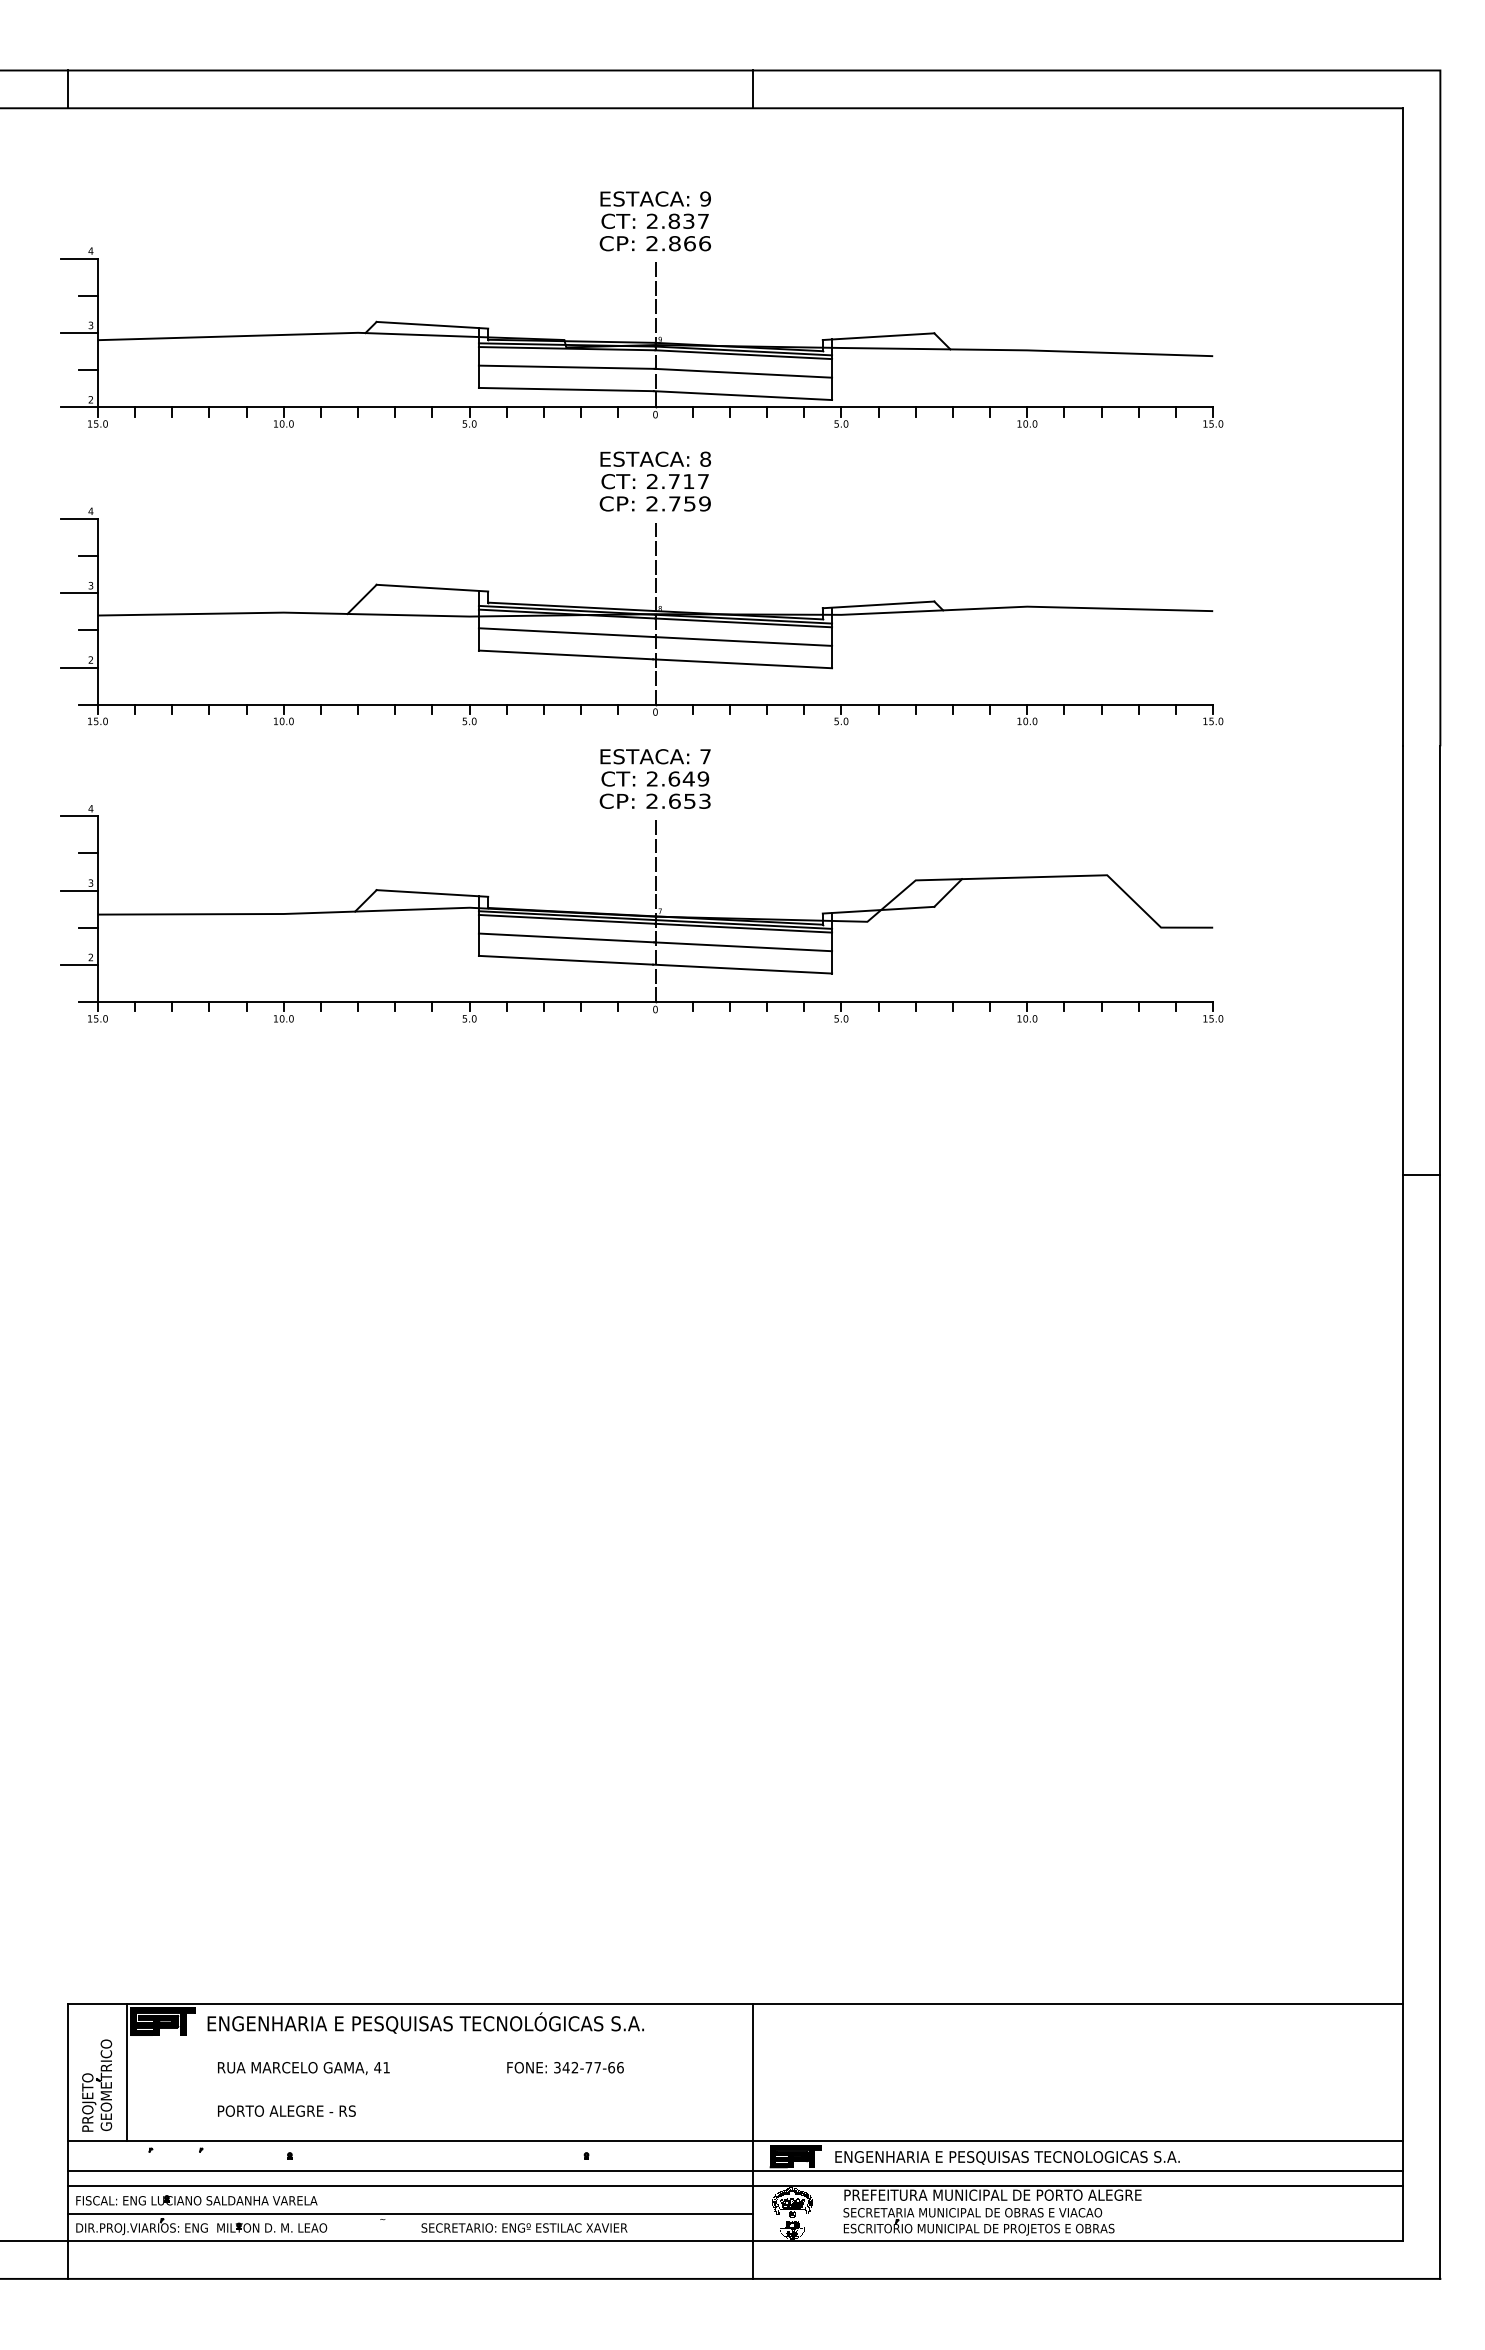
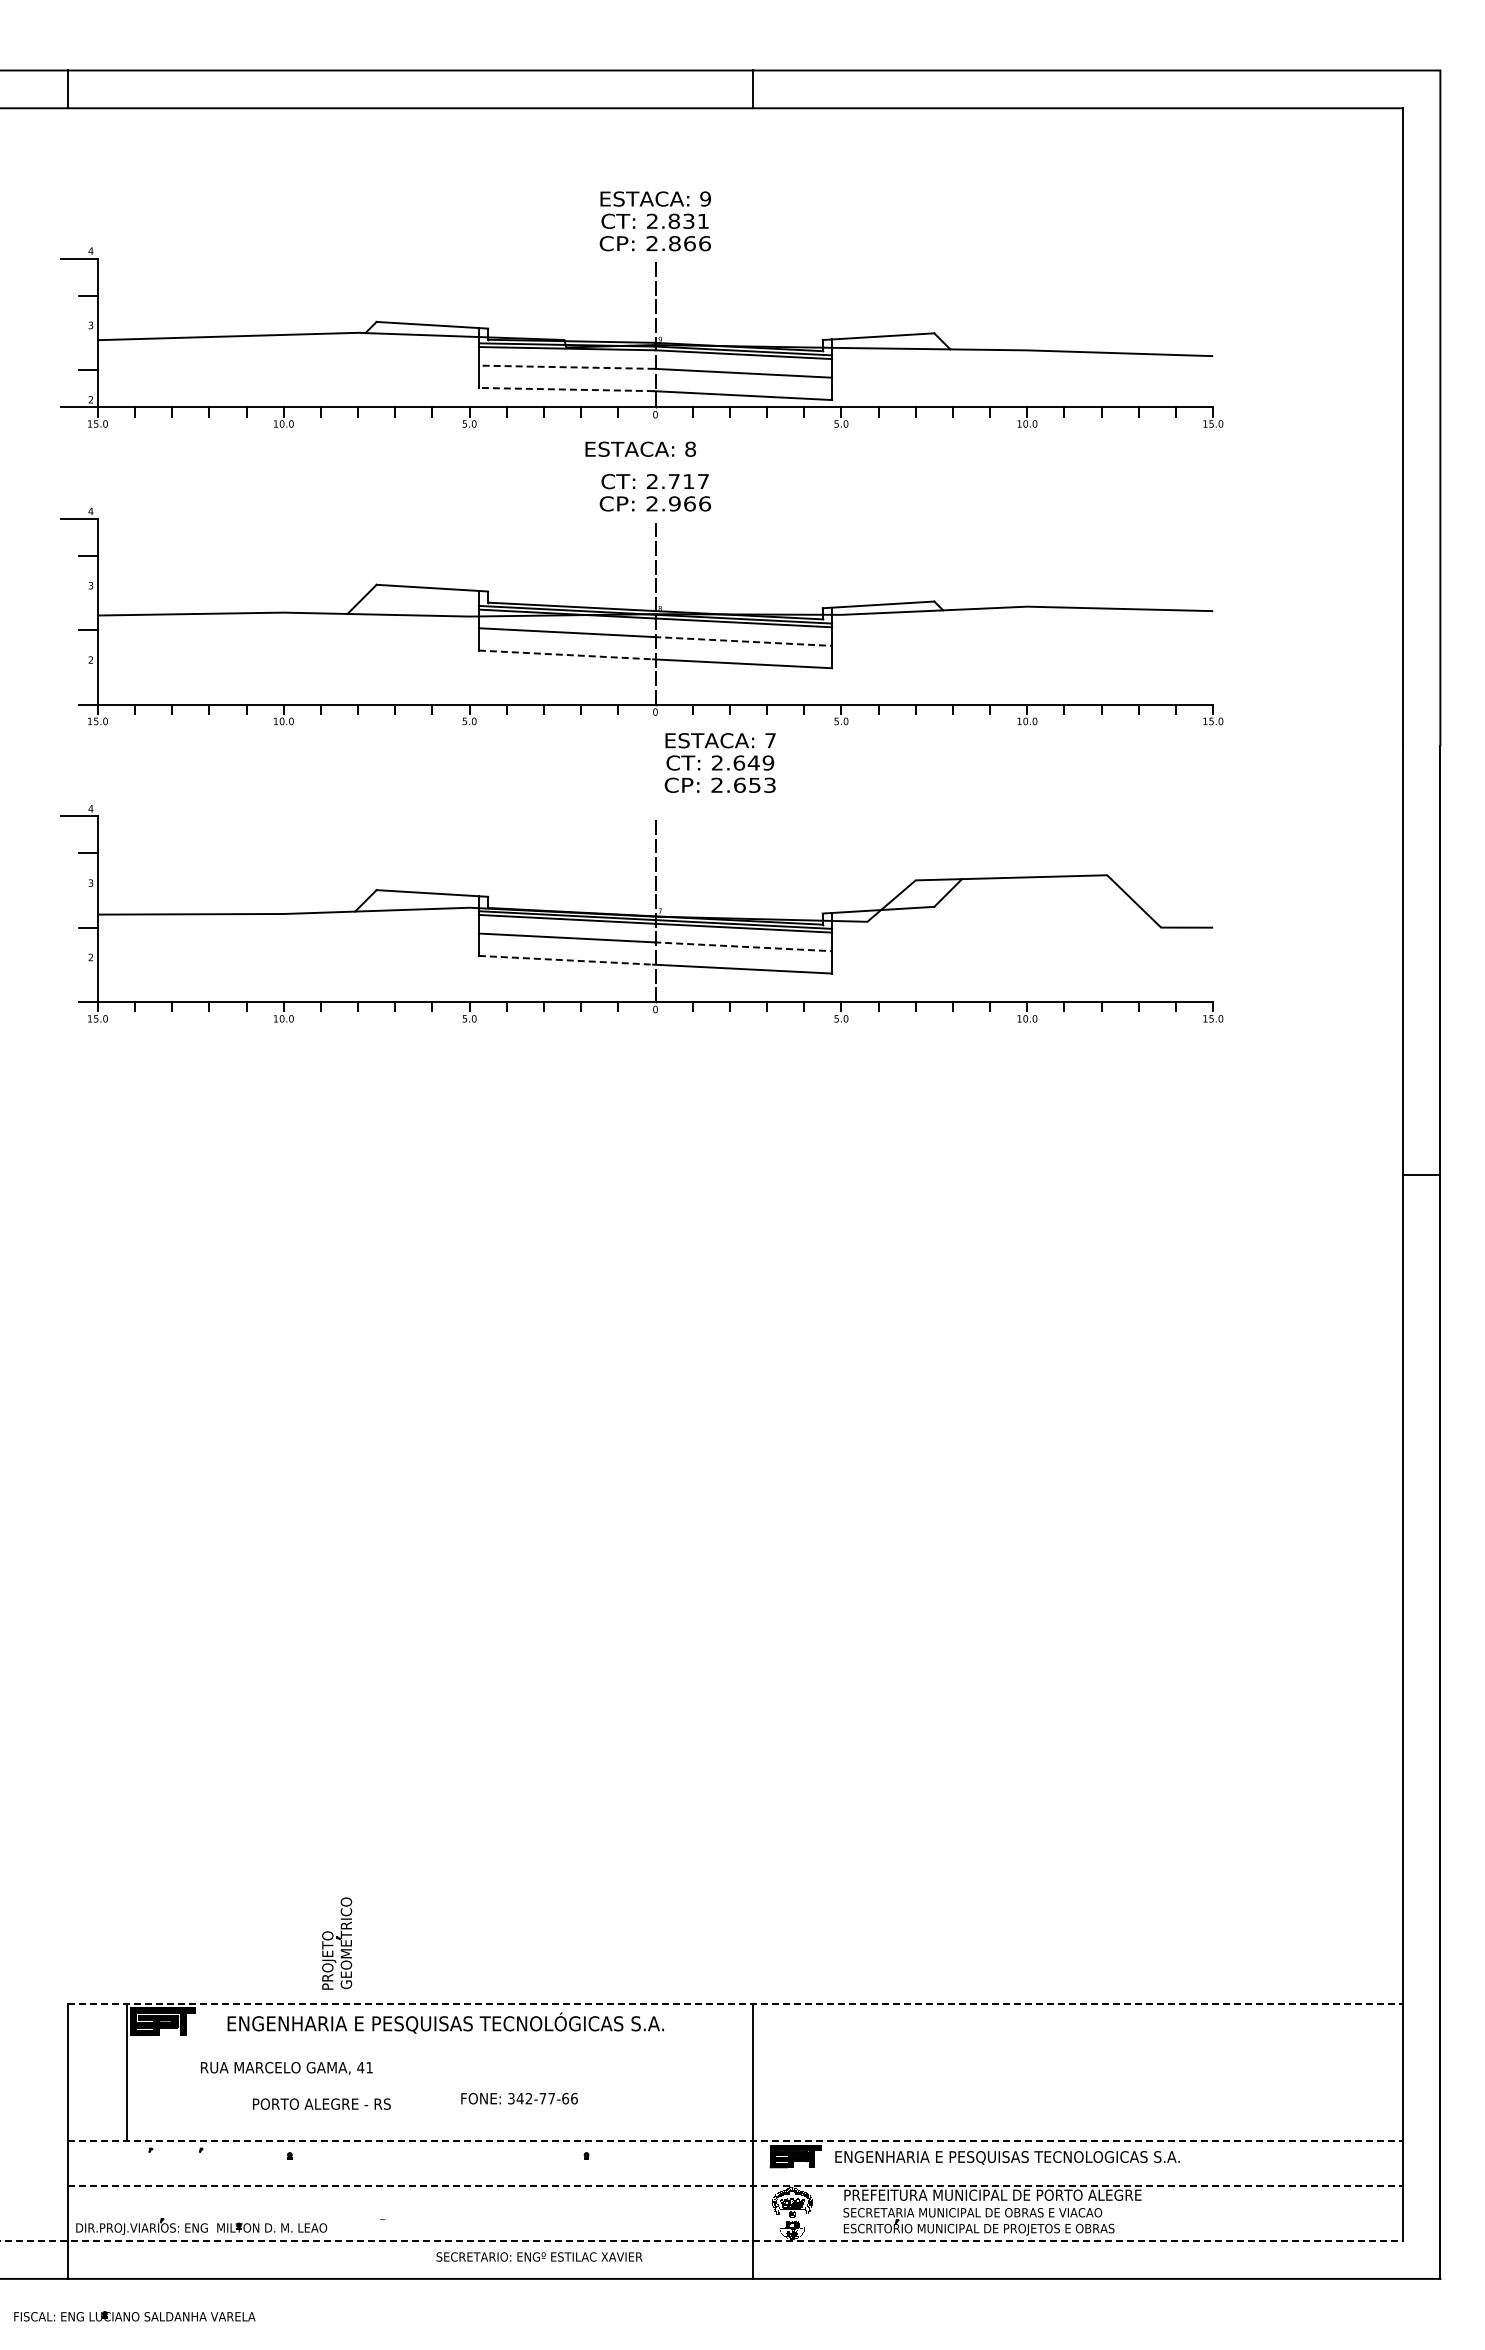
text at (703, 221): 2.837 -> 2.831
line at (78, 332): present -> none
line at (566, 367): solid -> dashed
line at (565, 389): solid -> dashed
text at (655, 458) position: (655, 458) -> (640, 448)
text at (689, 503): 2.759 -> 2.966
line at (78, 593): present -> none
line at (743, 641): solid -> dashed
line at (566, 654): solid -> dashed
line at (78, 667): present -> none
text at (654, 778) position: (654, 778) -> (719, 762)
line at (78, 890): present -> none
line at (743, 946): solid -> dashed
line at (566, 960): solid -> dashed
line at (78, 964): present -> none
line at (735, 2003): solid -> dashed
text at (425, 2022) position: (425, 2022) -> (445, 2022)
text at (565, 2067) position: (565, 2067) -> (519, 2098)
text at (303, 2068) position: (303, 2068) -> (286, 2068)
part at (97, 2085) position: (97, 2085) -> (337, 1943)
text at (286, 2110) position: (286, 2110) -> (321, 2103)
line at (735, 2141): solid -> dashed
line at (735, 2171): present -> none
line at (735, 2185): solid -> dashed
part at (196, 2200) position: (196, 2200) -> (134, 2316)
line at (409, 2213): present -> none
text at (524, 2227) position: (524, 2227) -> (539, 2256)
line at (701, 2241): solid -> dashed
